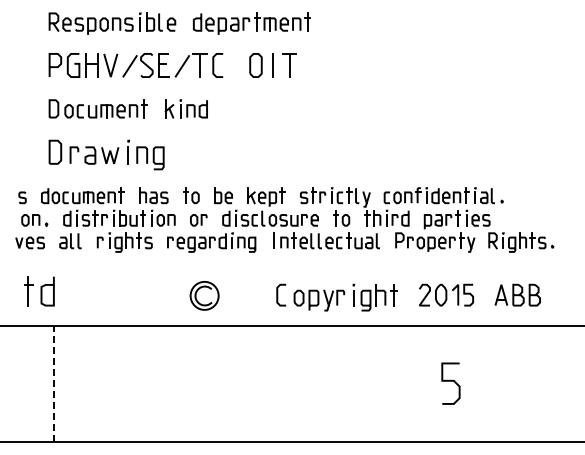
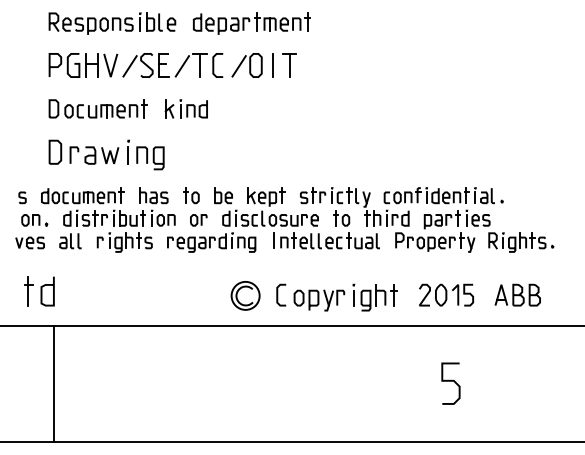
line at (238, 66): none -> present
part at (204, 295) position: (204, 295) -> (245, 295)
line at (53, 383): dashed -> solid
